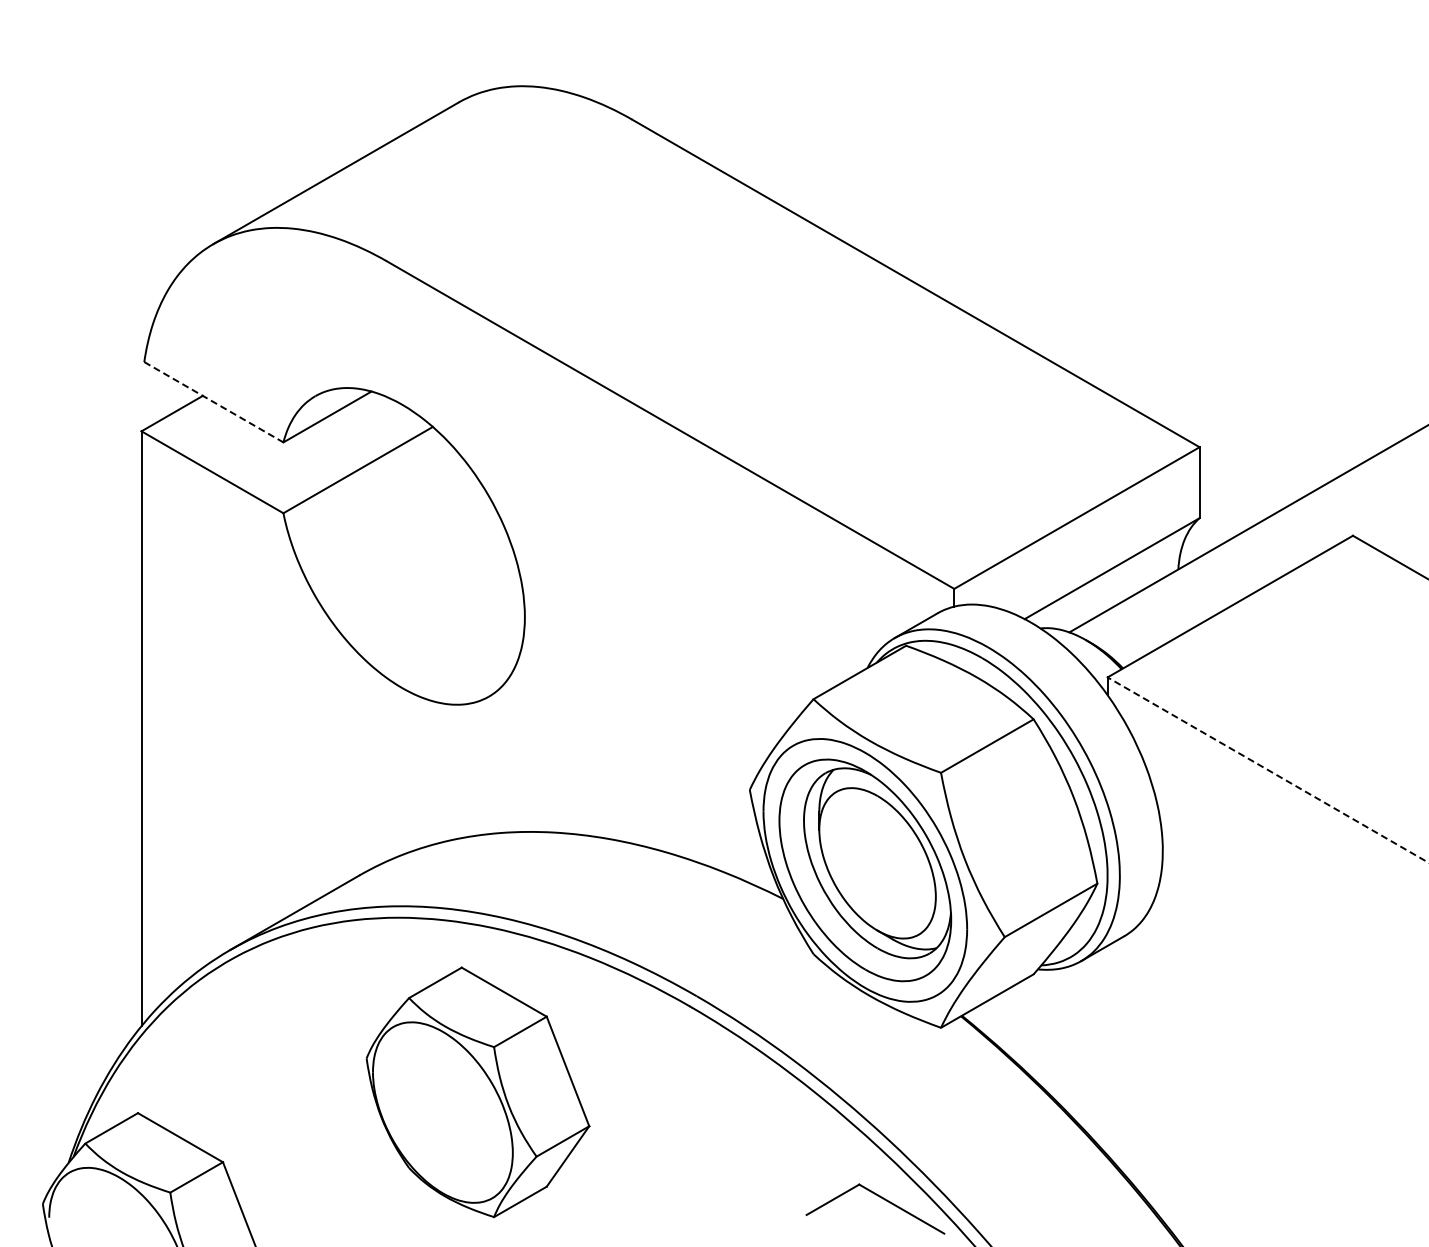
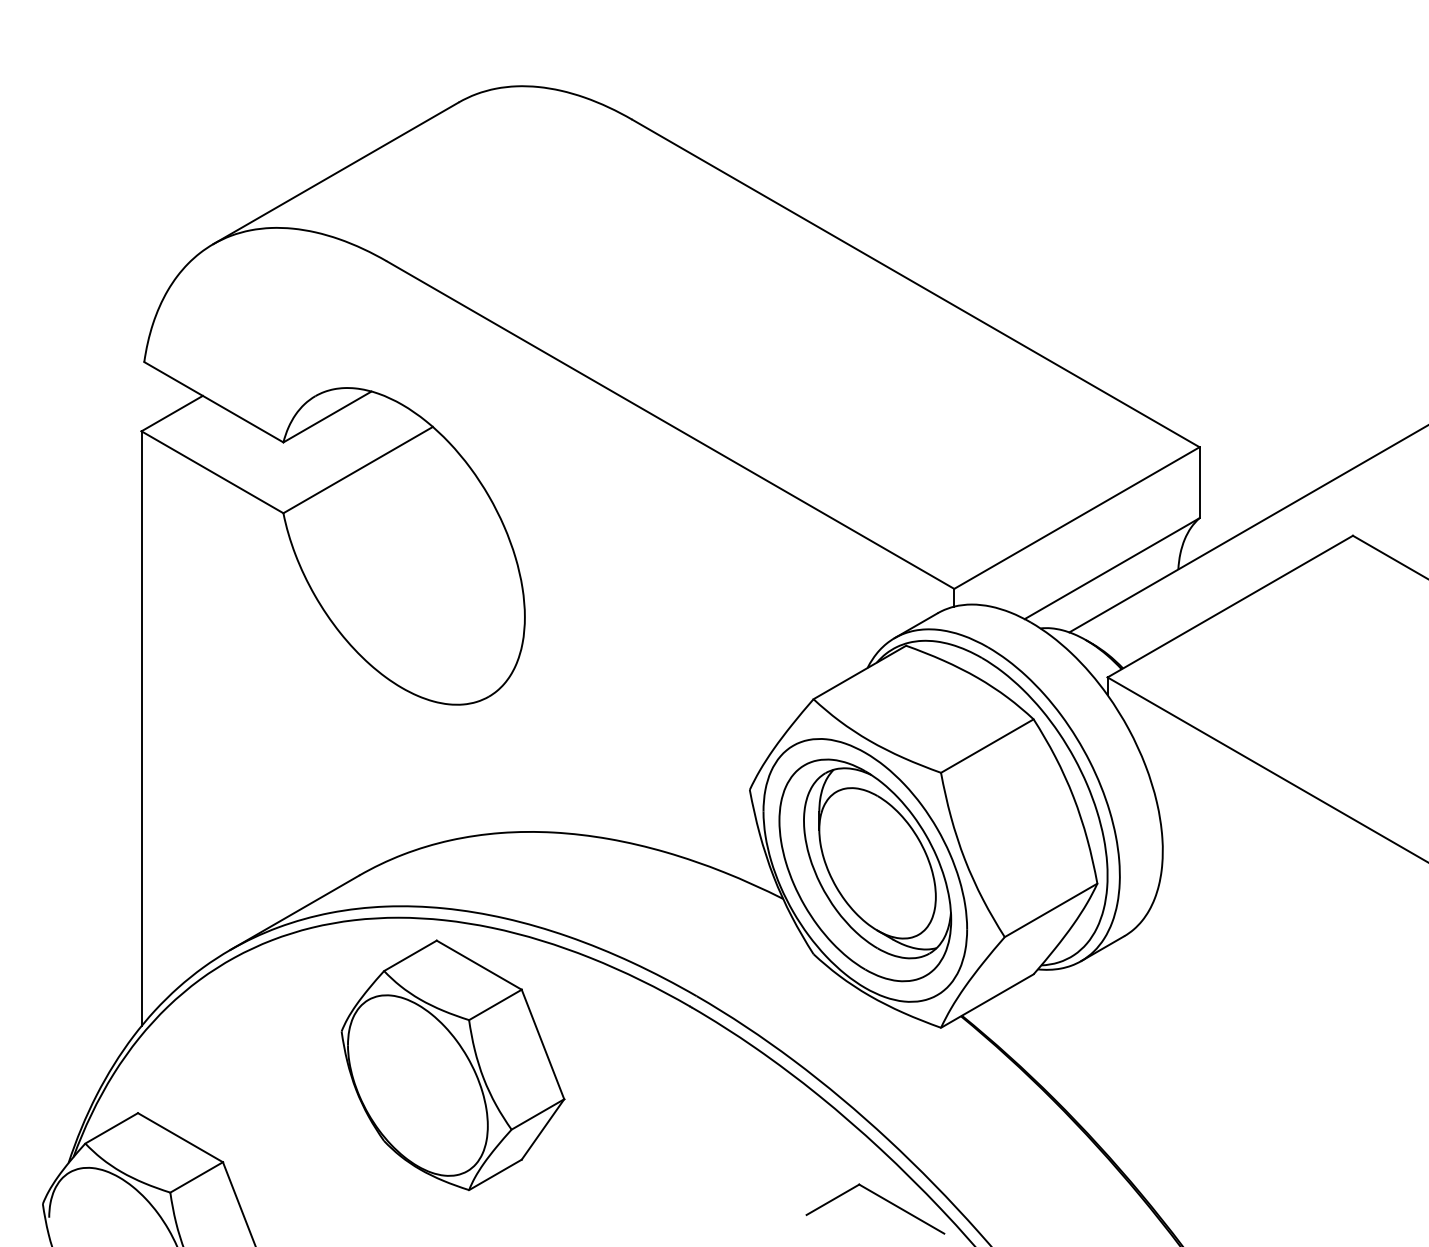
line at (214, 402): dashed -> solid
line at (1267, 769): dashed -> solid
part at (477, 1092) position: (477, 1092) -> (452, 1065)
